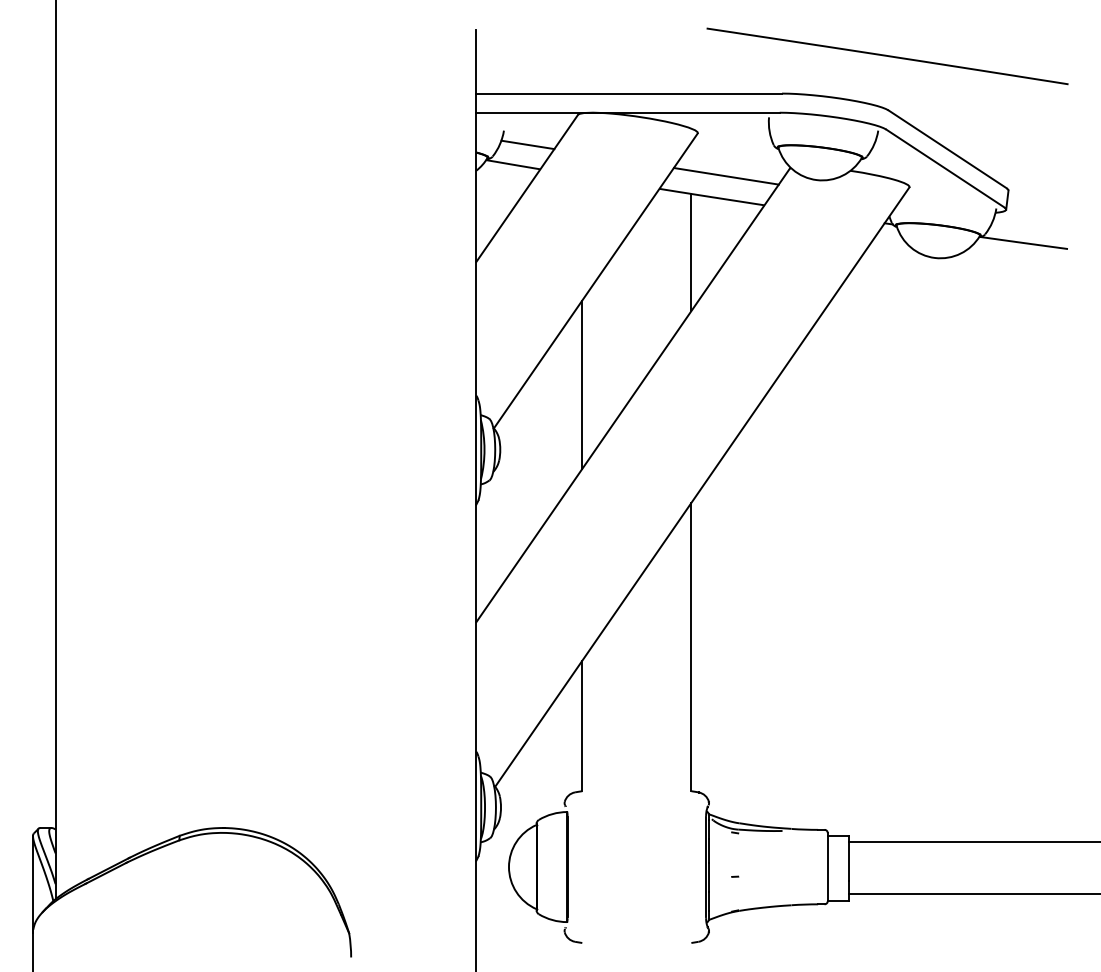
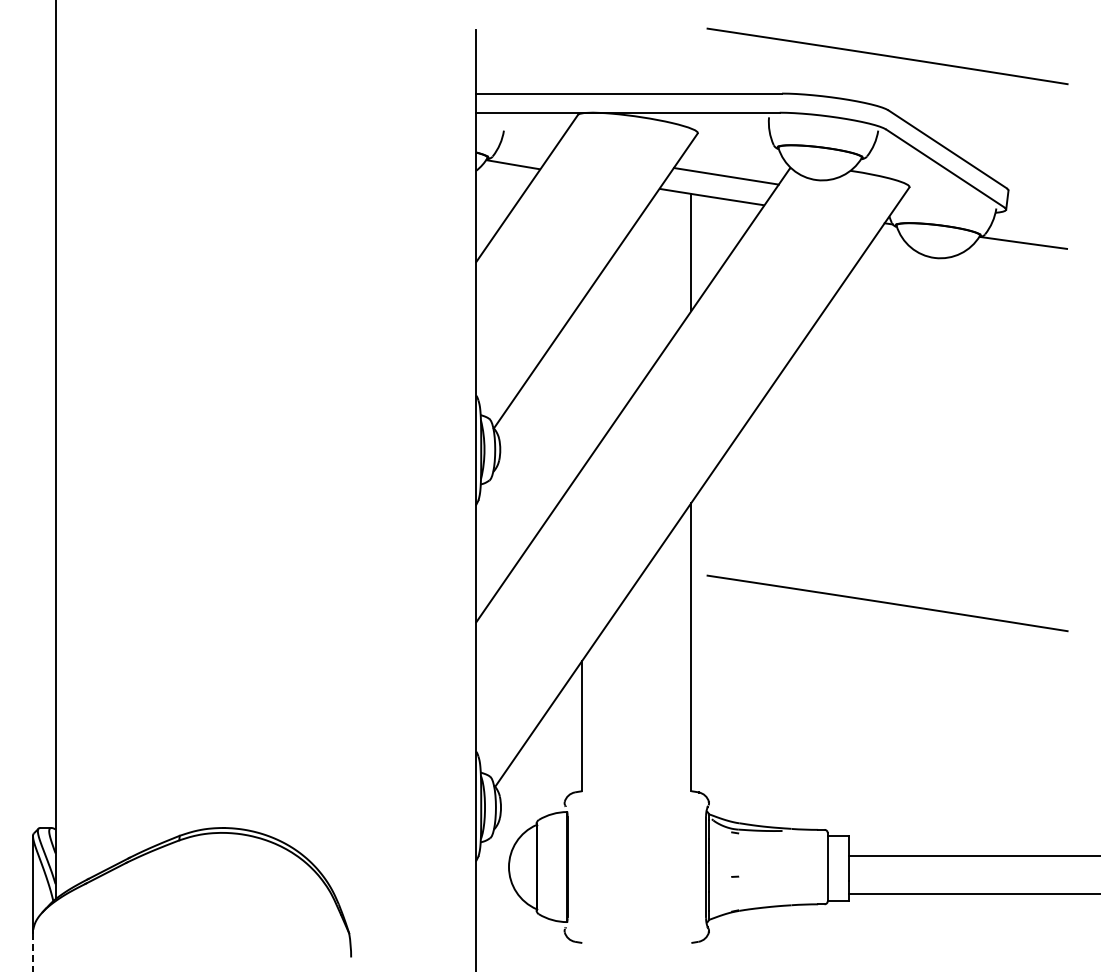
line at (527, 144): present -> none
line at (582, 384): present -> none
line at (887, 603): none -> present
line at (972, 842) position: (972, 842) -> (972, 856)
line at (33, 952): solid -> dashed
